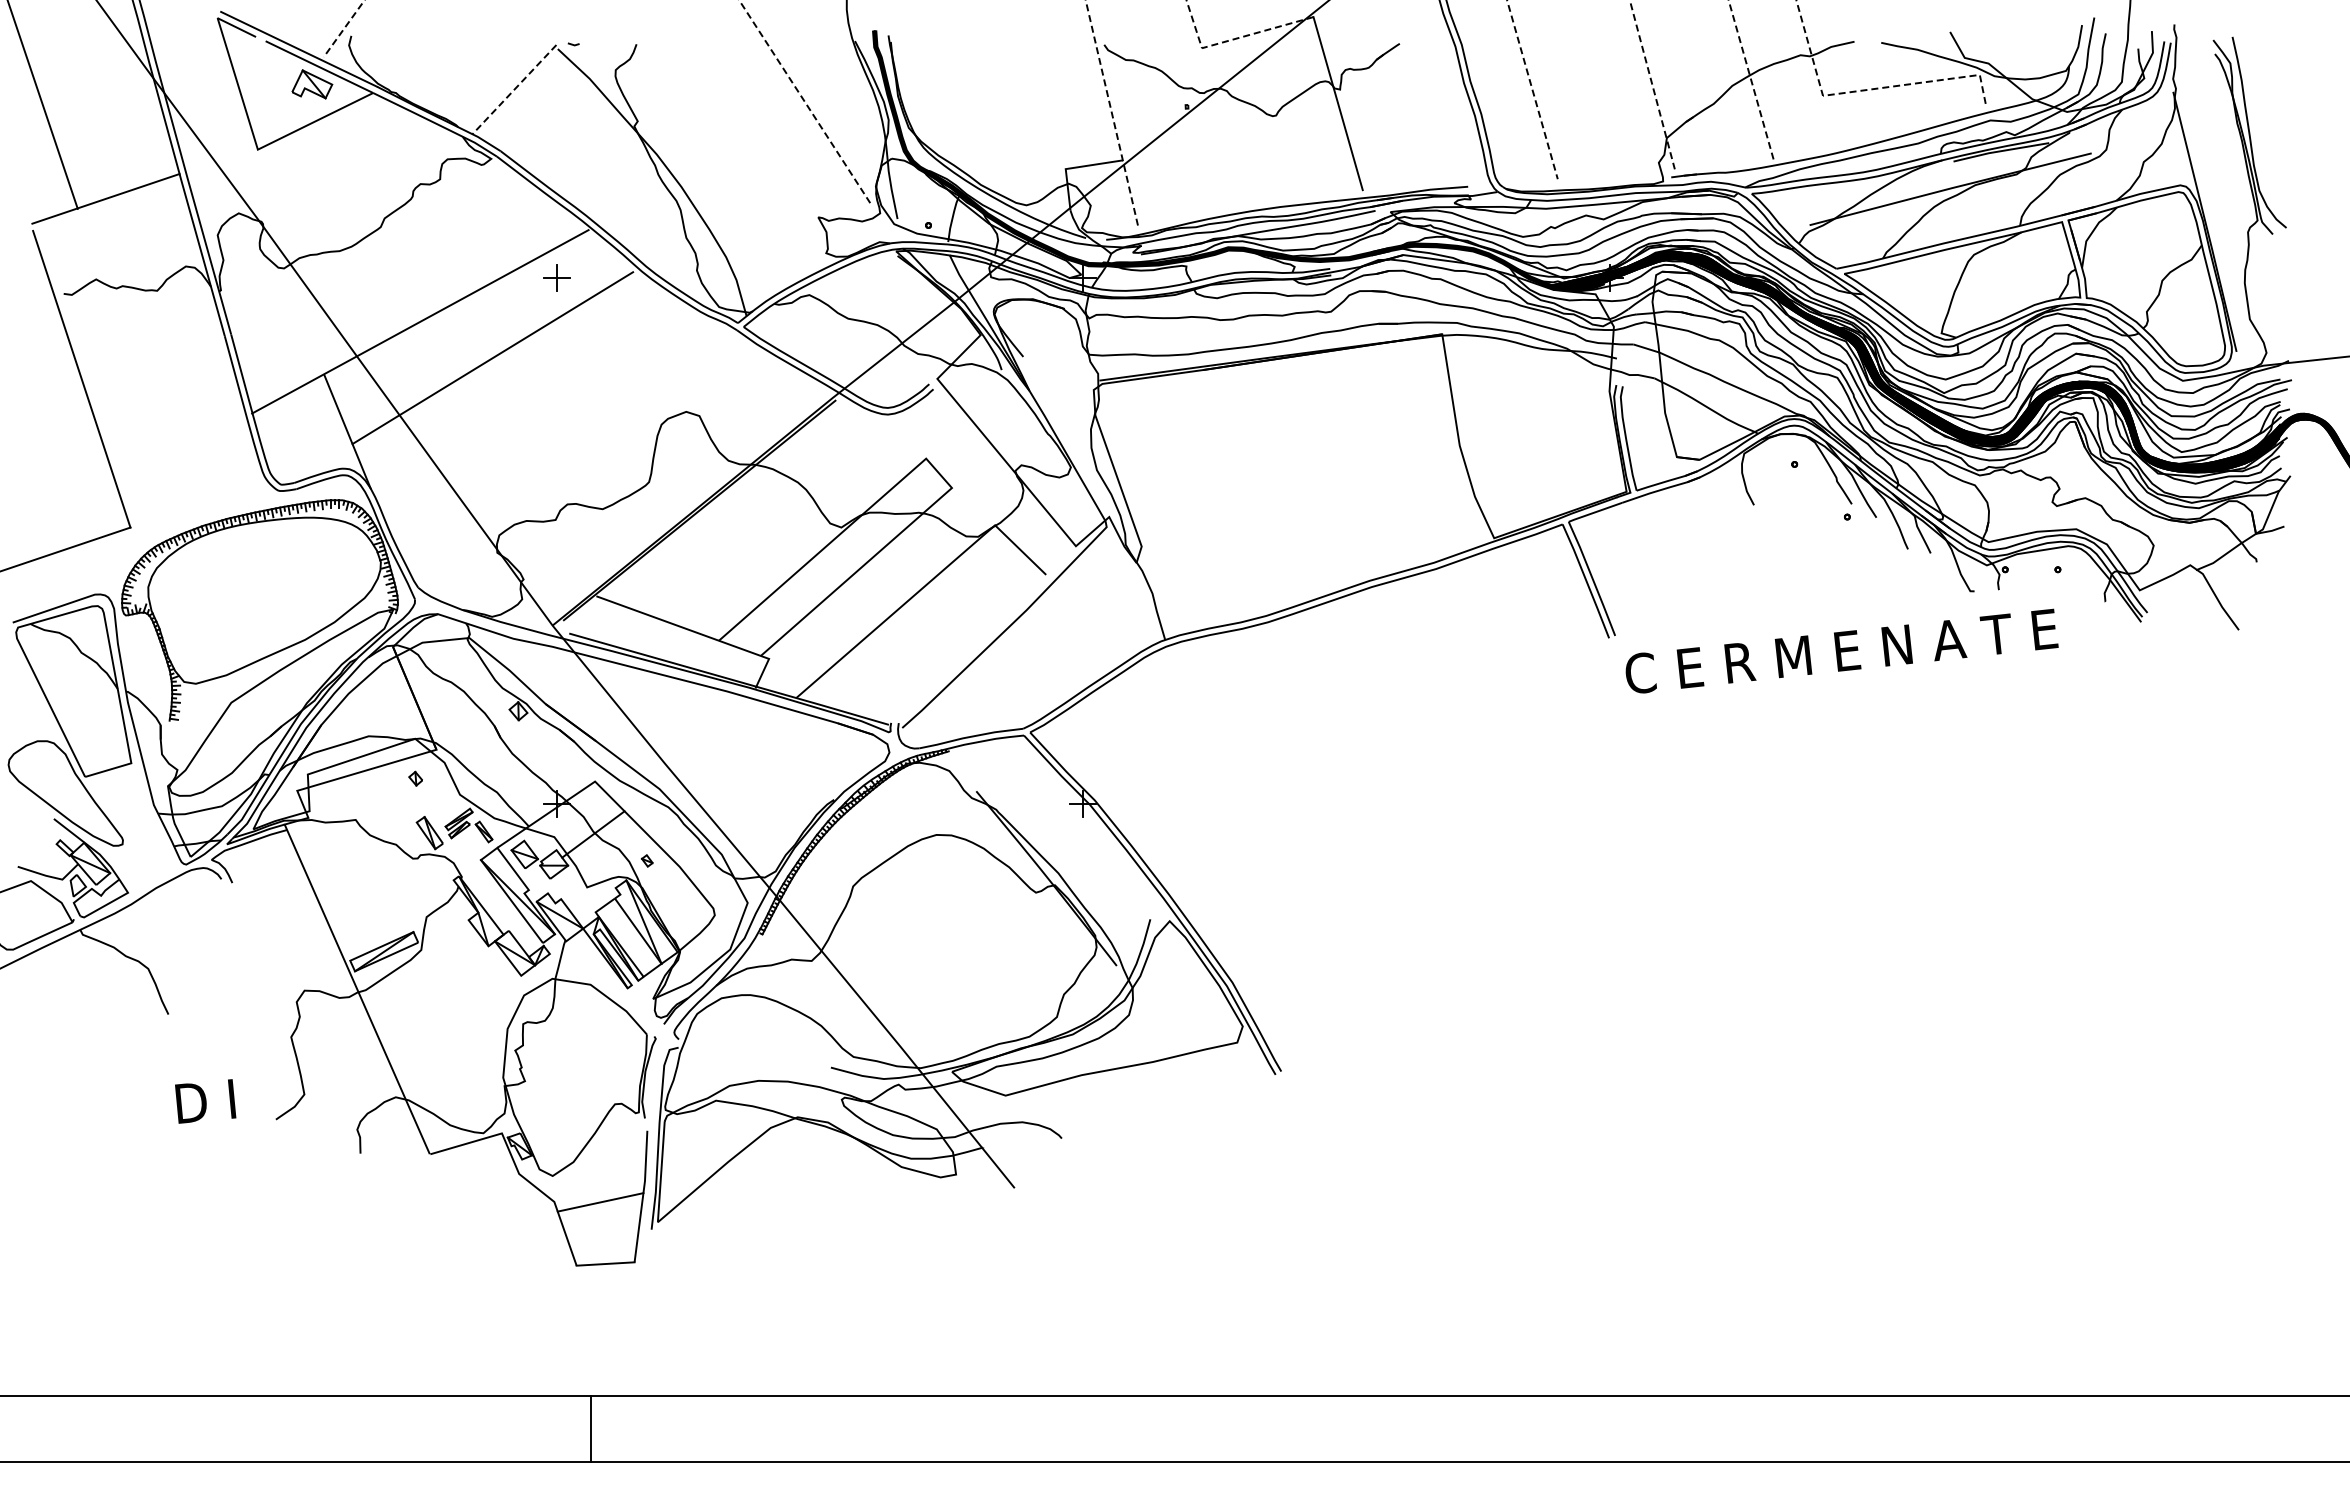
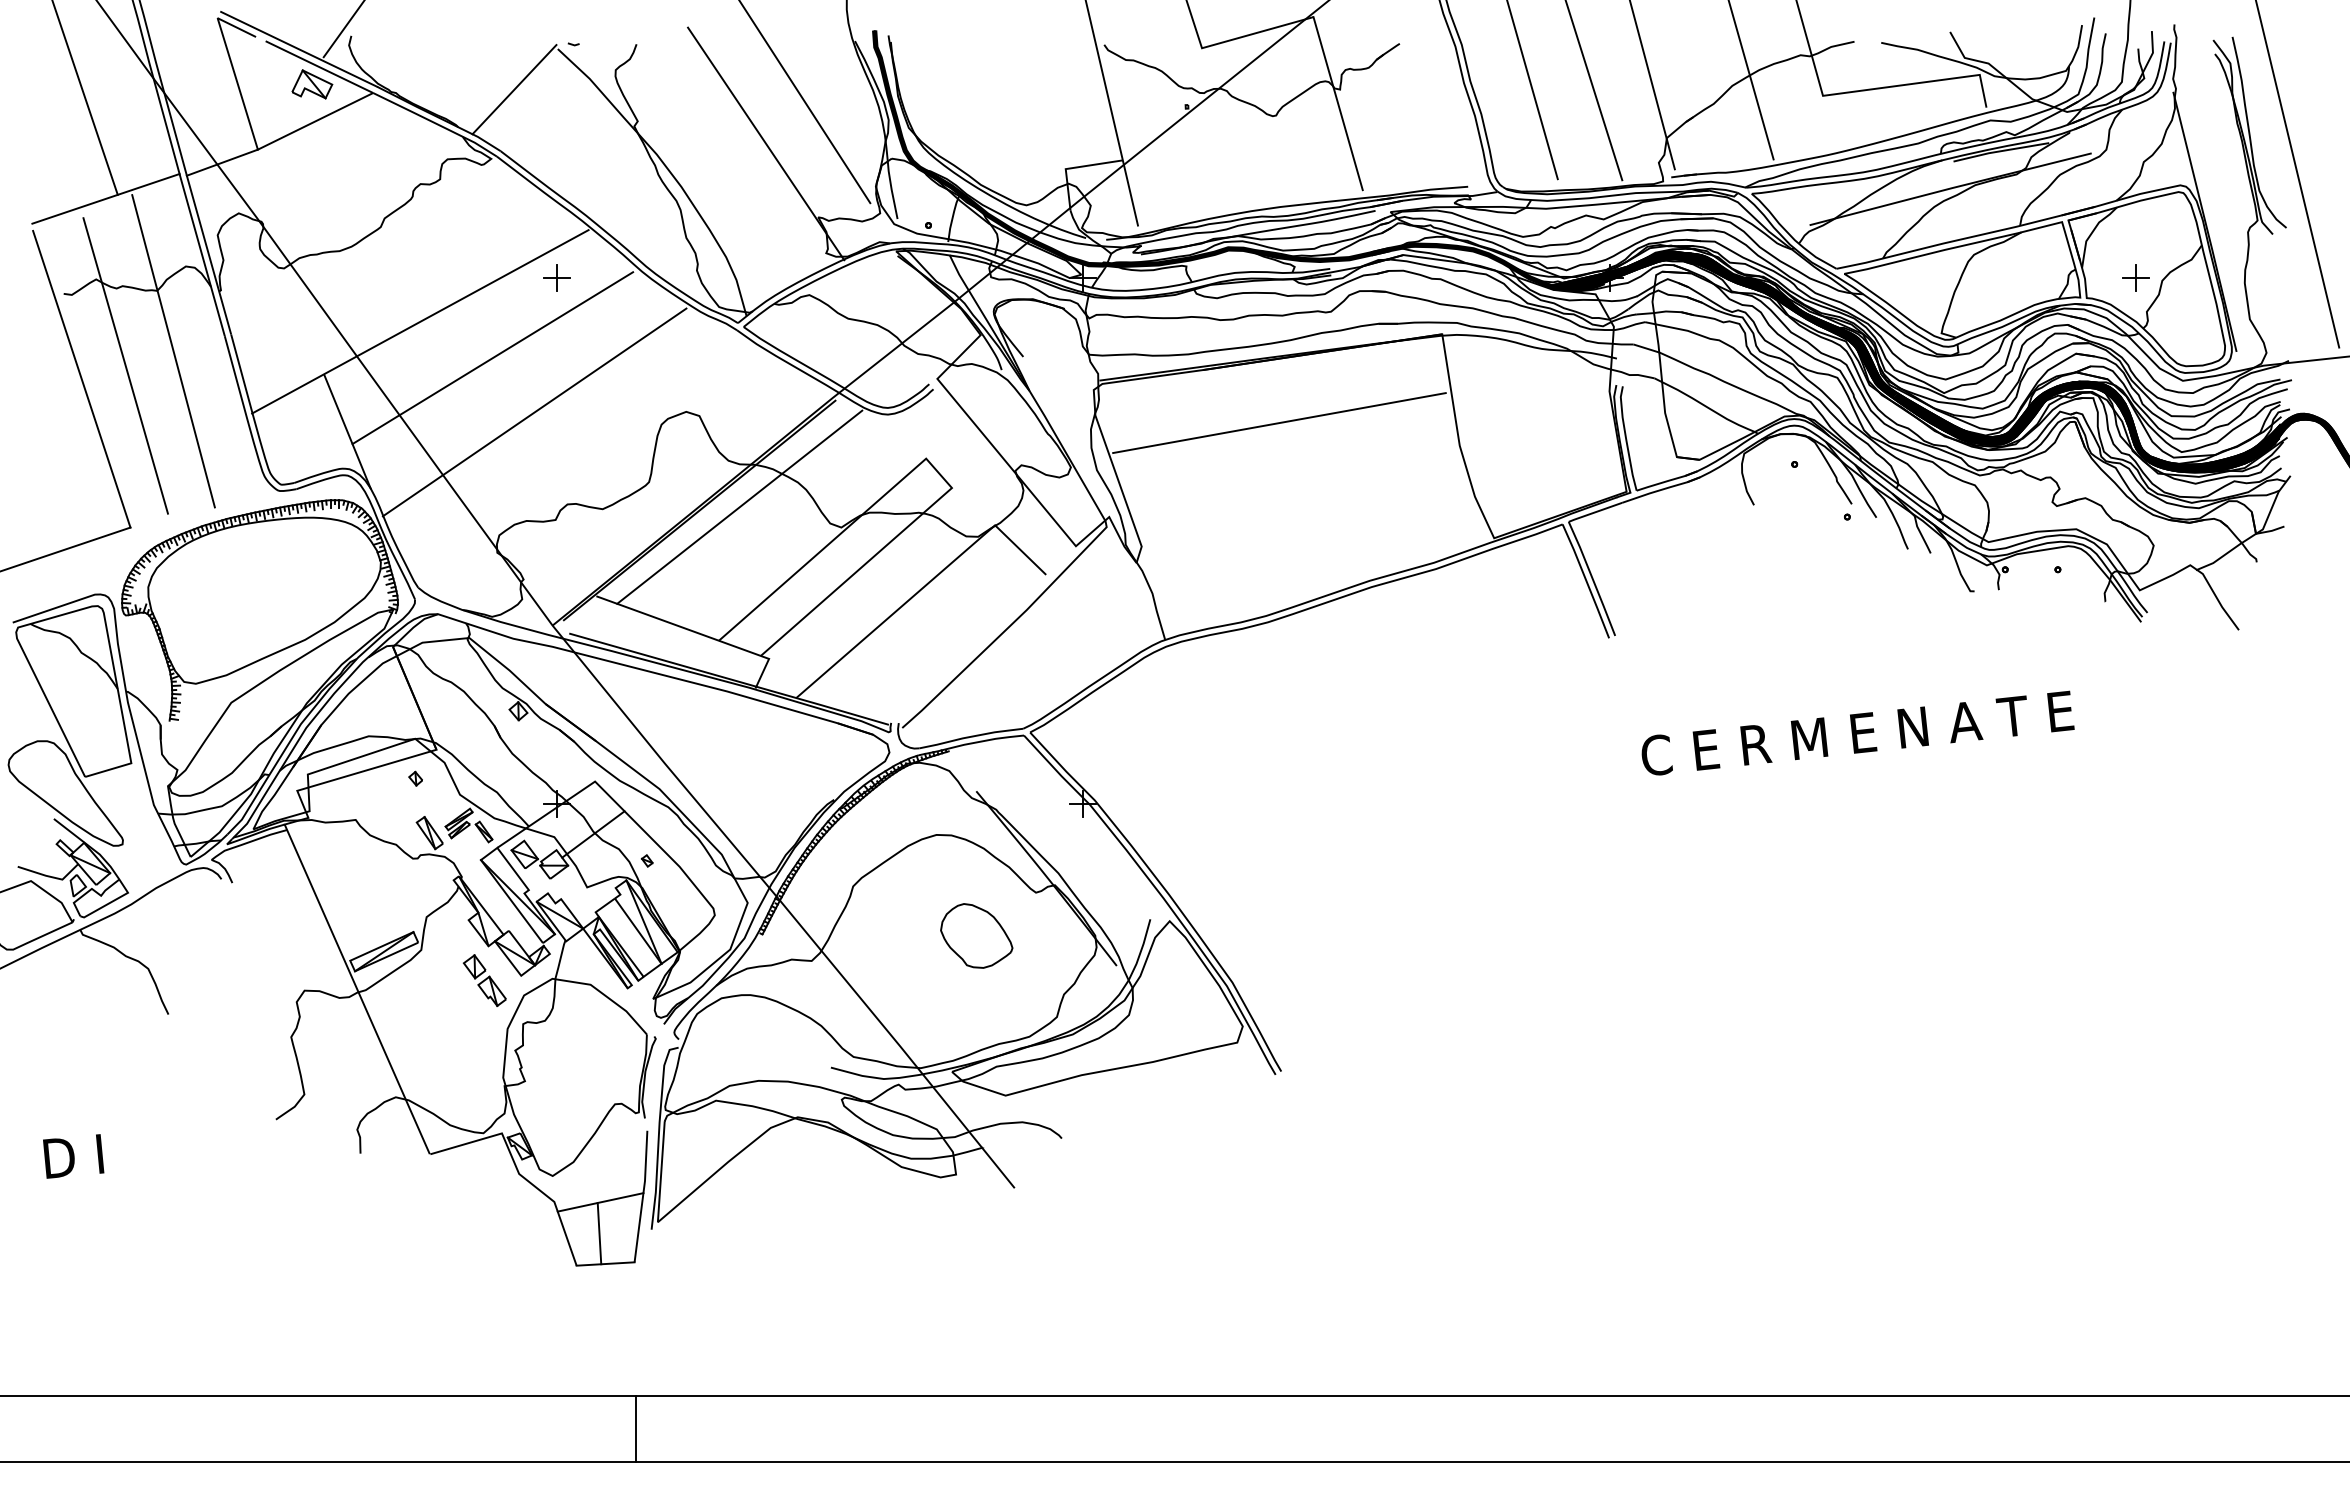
line at (344, 28): dashed -> solid
line at (1232, 39): dashed -> solid
line at (1751, 79): dashed -> solid
line at (1652, 85): dashed -> solid
line at (1532, 89): dashed -> solid
line at (1869, 89): dashed -> solid
line at (514, 90): dashed -> solid
line at (1594, 91): none -> present
line at (805, 102): dashed -> solid
line at (42, 105) position: (42, 105) -> (85, 98)
line at (1111, 112): dashed -> solid
line at (766, 143): none -> present
line at (221, 162): none -> present
line at (2297, 174): none -> present
part at (2135, 277): none -> present
line at (173, 351): none -> present
line at (125, 365): none -> present
line at (534, 412): none -> present
line at (1279, 423): none -> present
line at (739, 506): none -> present
text at (1841, 650) position: (1841, 650) -> (1857, 732)
part at (976, 935): none -> present
part at (484, 980): none -> present
text at (205, 1101) position: (205, 1101) -> (73, 1156)
line at (599, 1233): none -> present
line at (590, 1428) position: (590, 1428) -> (635, 1428)
